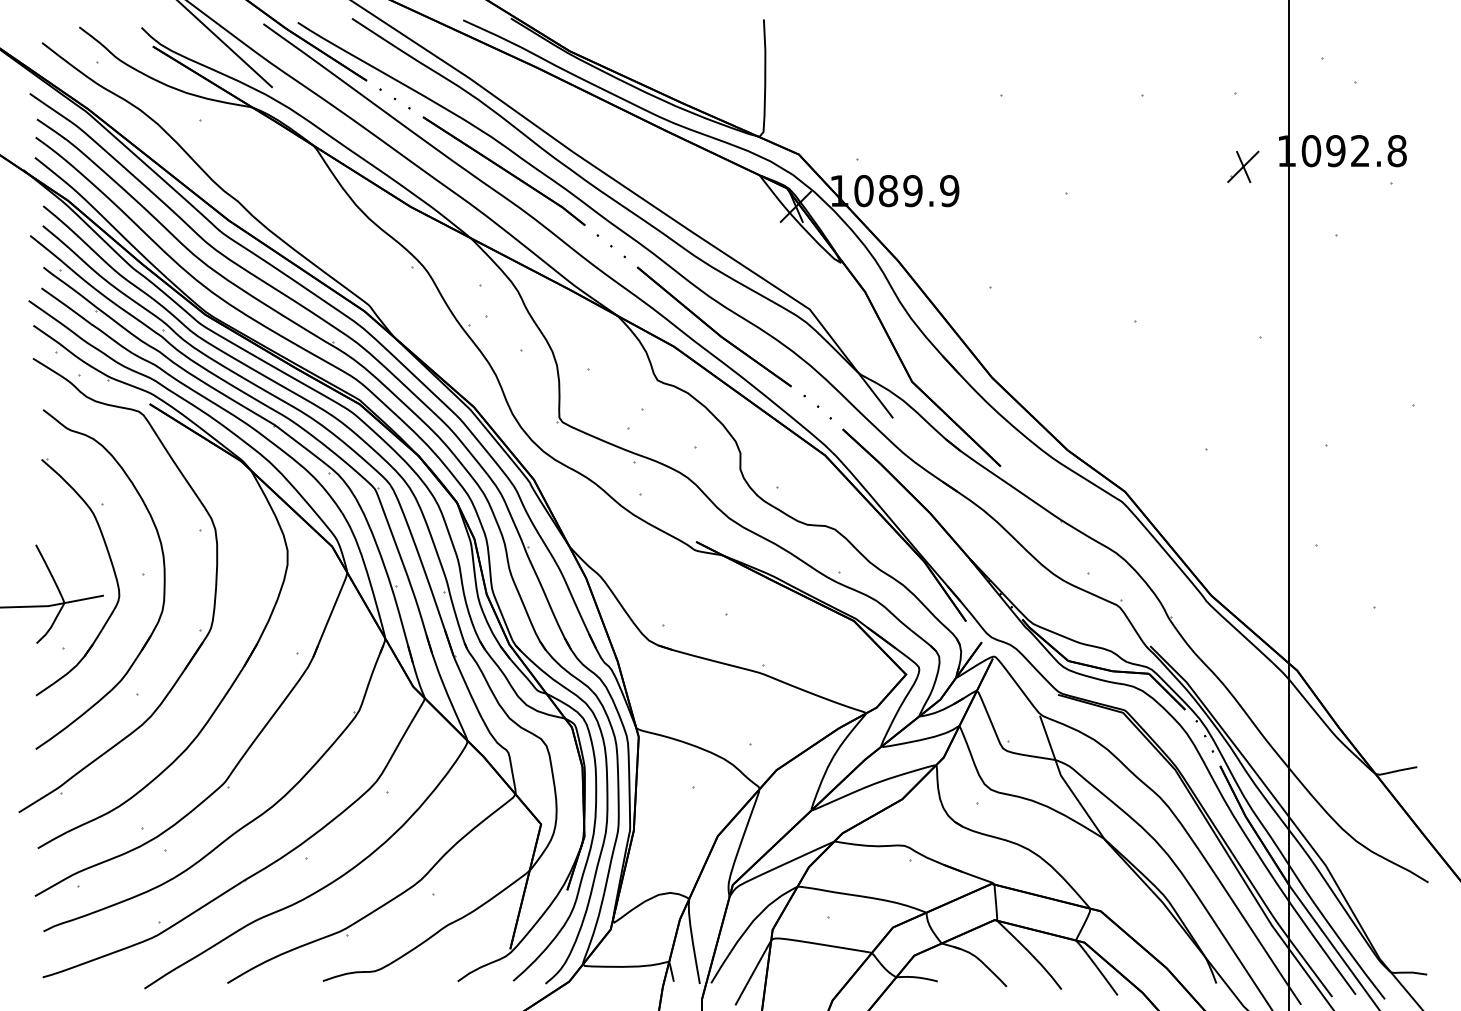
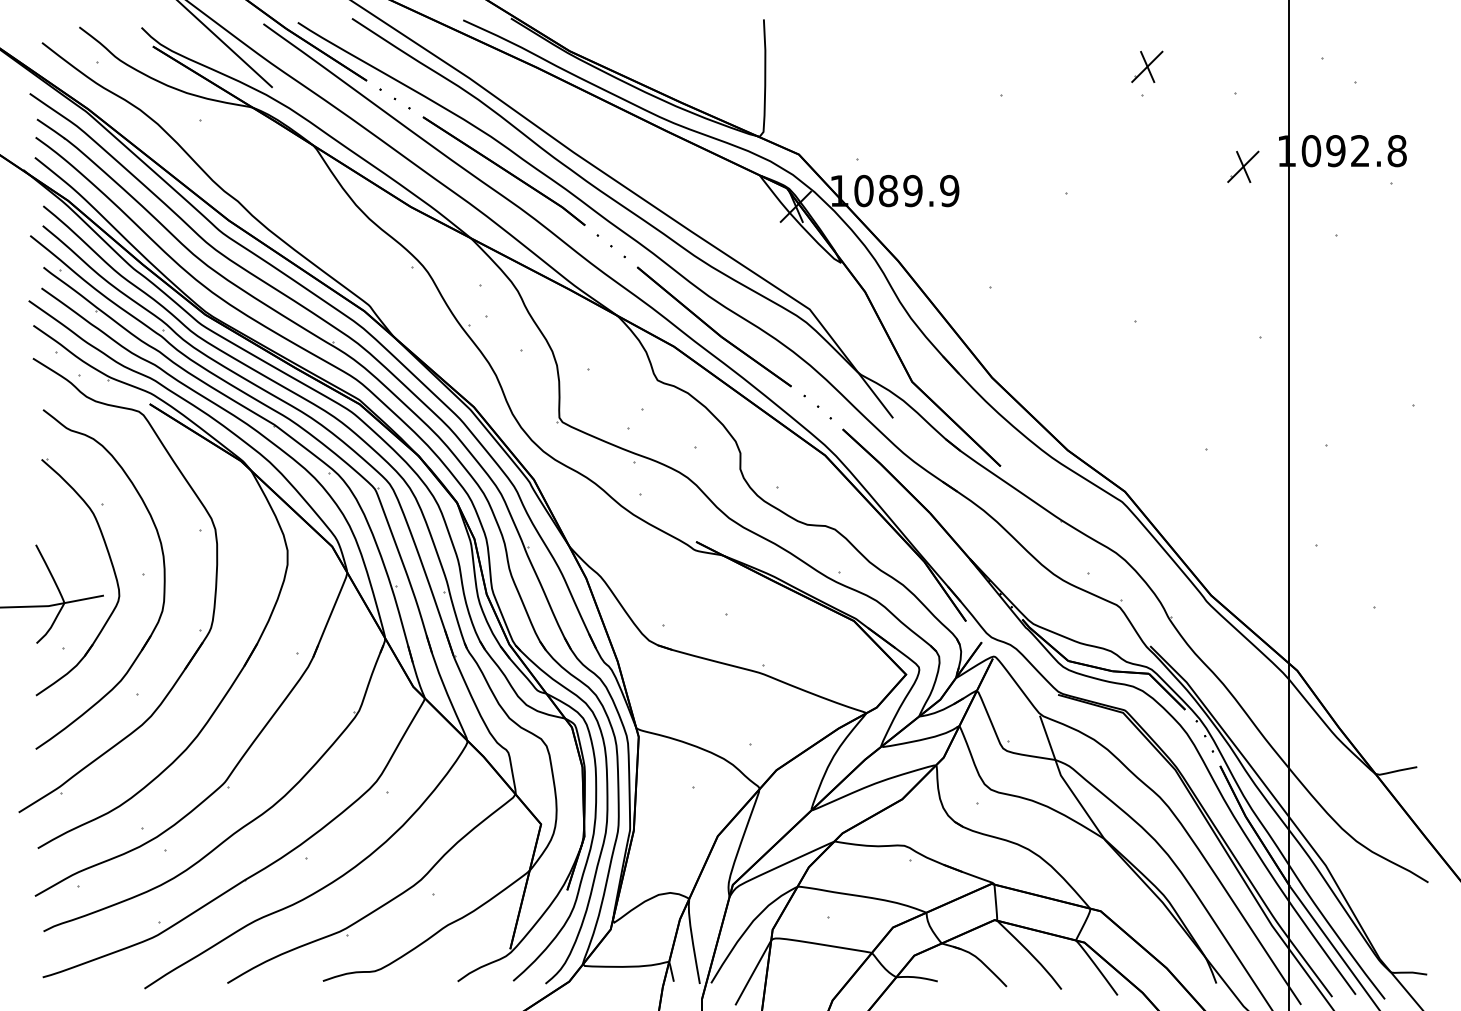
part at (1147, 66): none -> present
